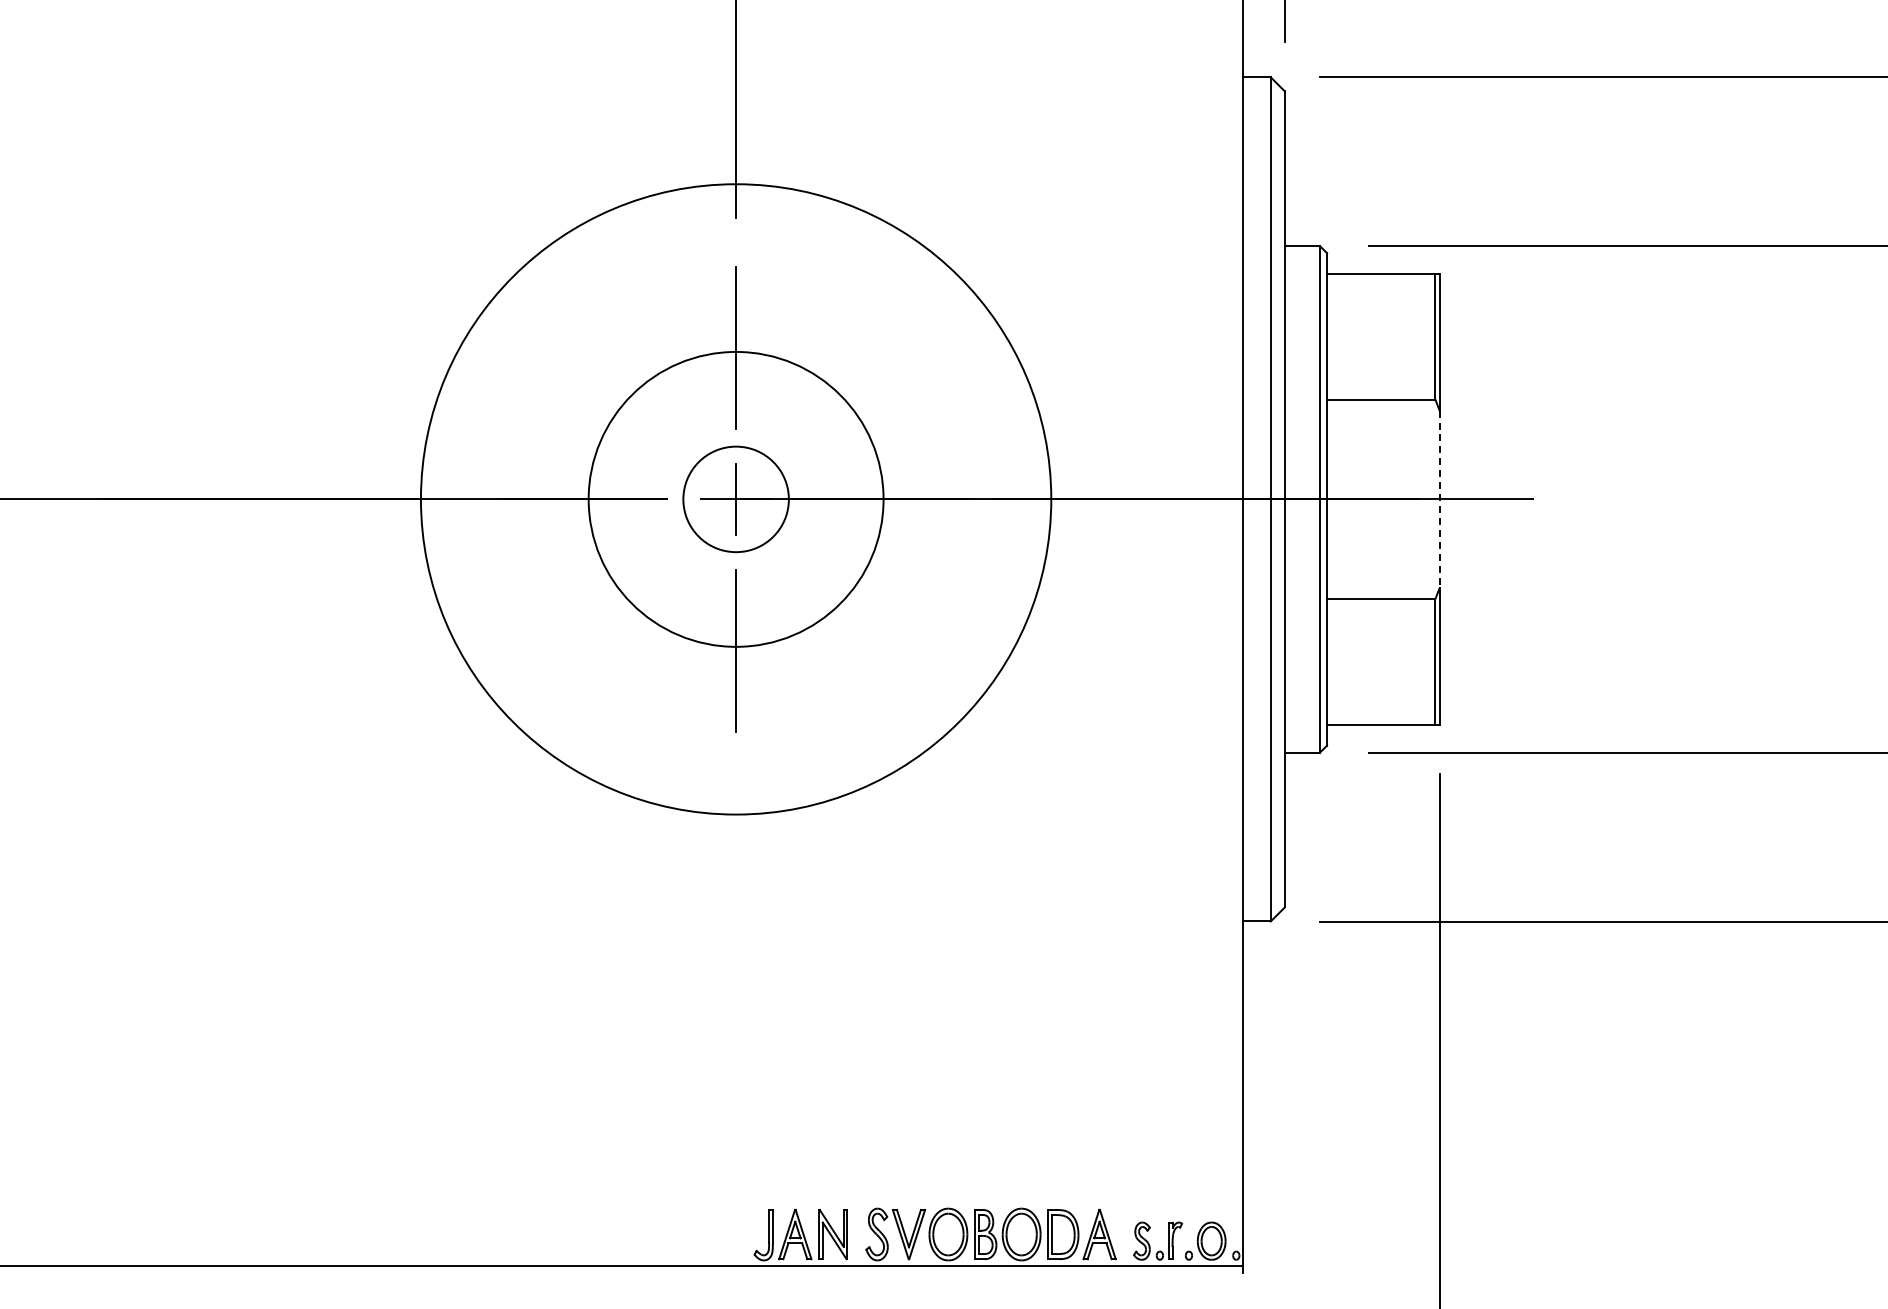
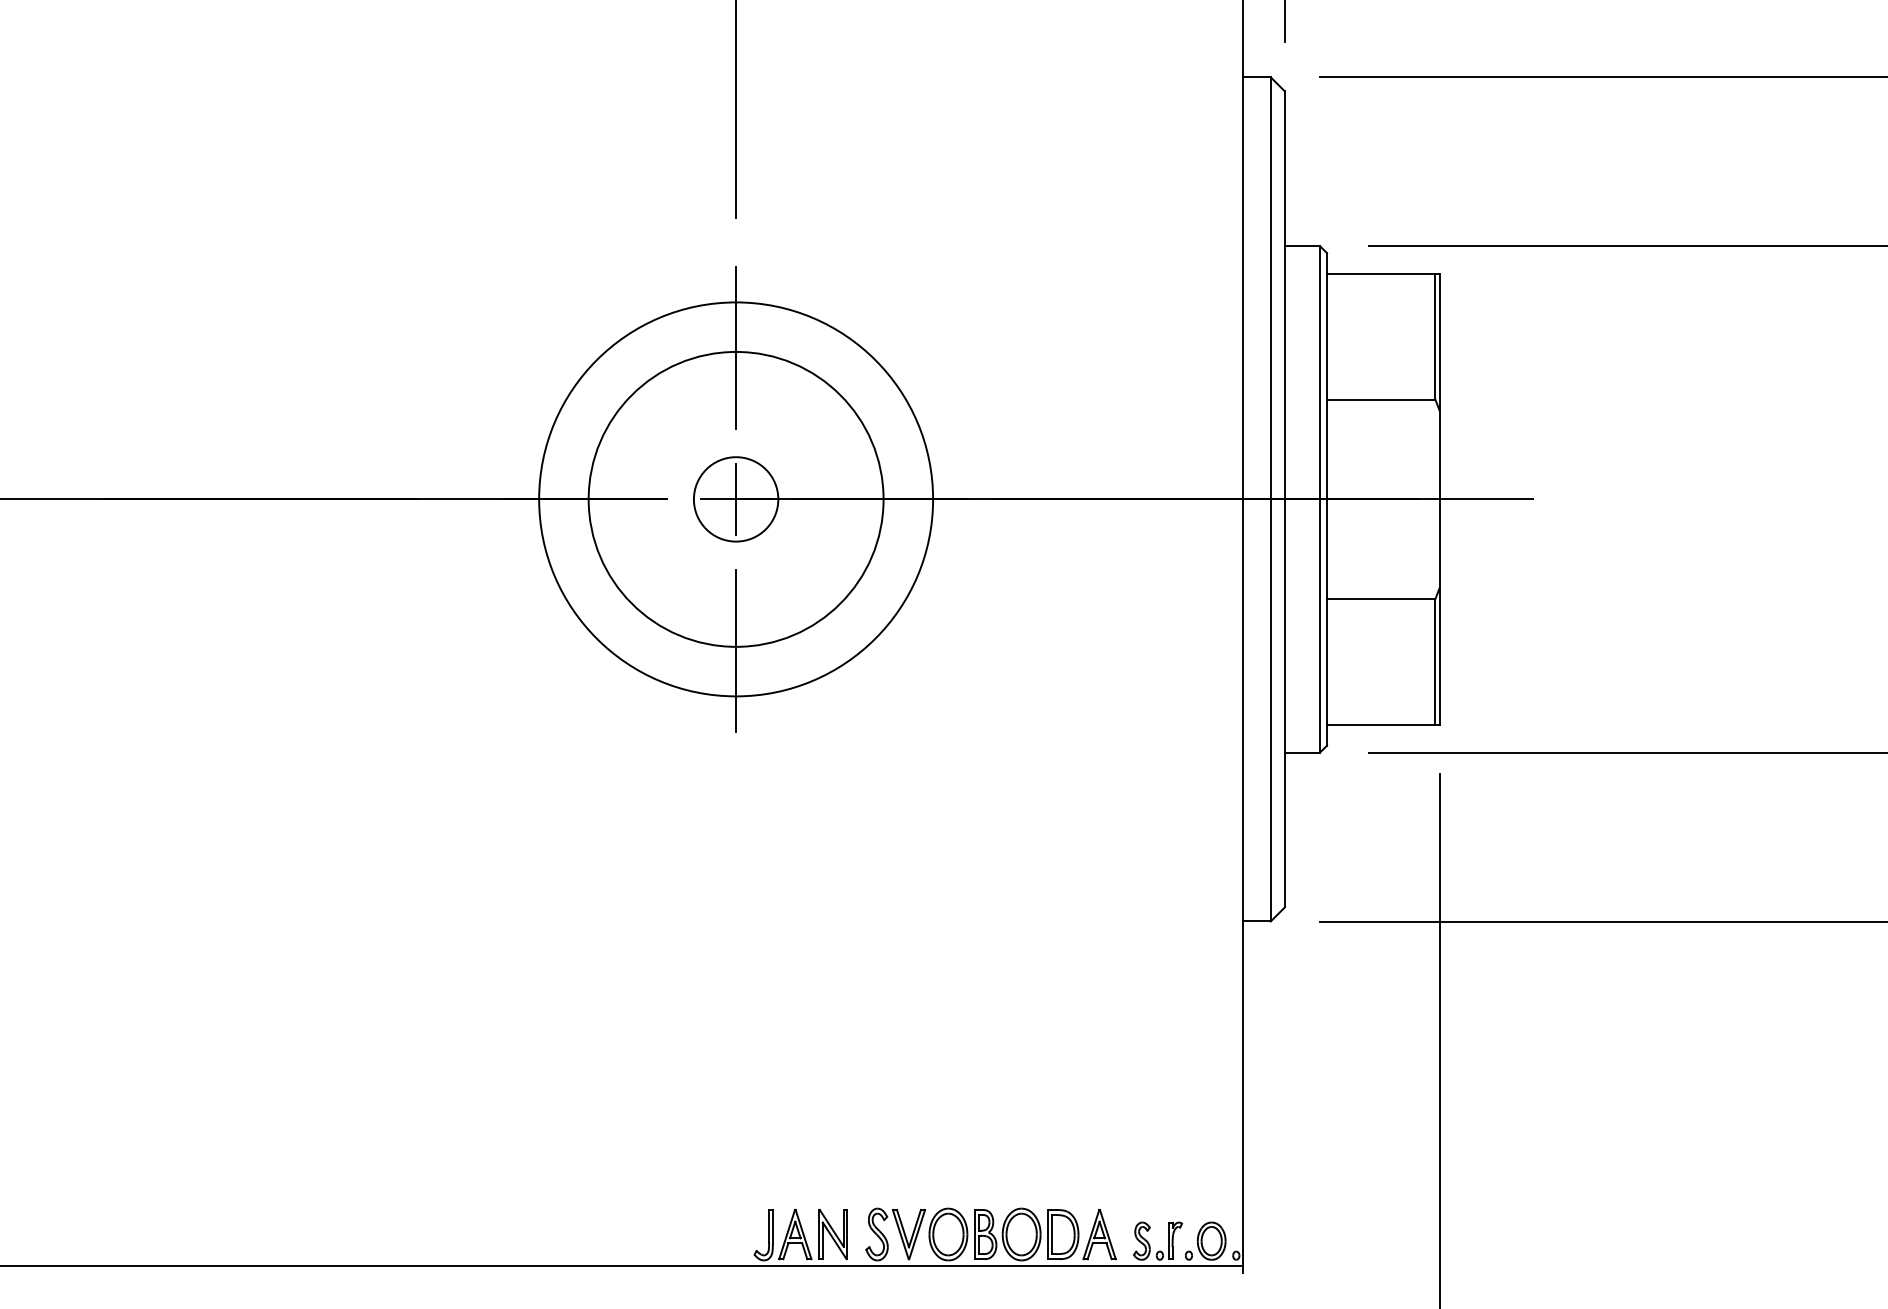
circle at (735, 499) diameter: 106 px -> 84 px
circle at (735, 499) diameter: 630 px -> 394 px
line at (1439, 499): dashed -> solid
